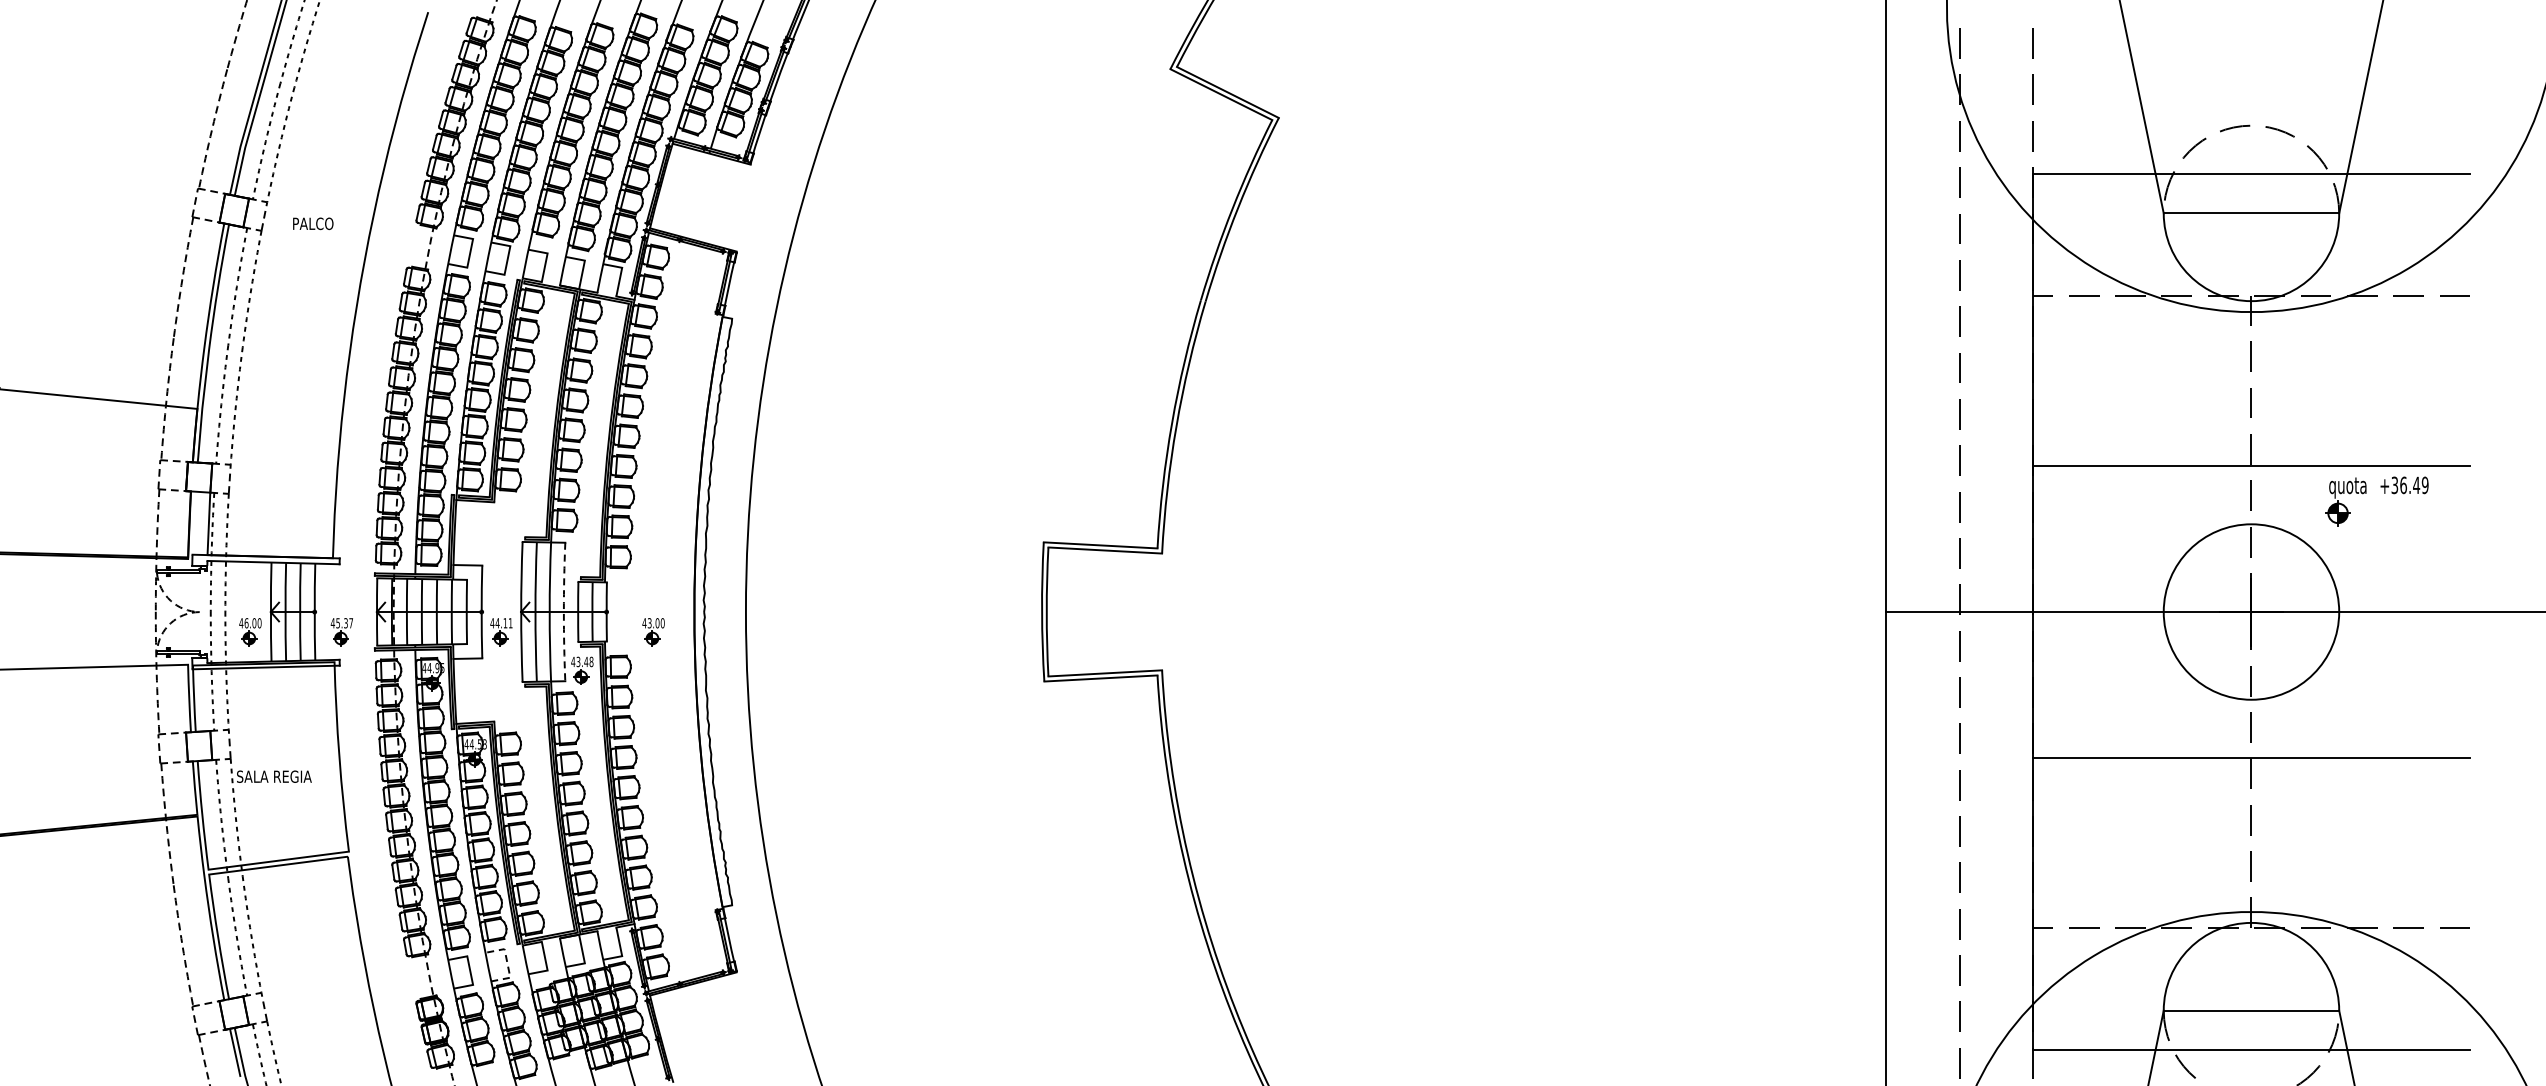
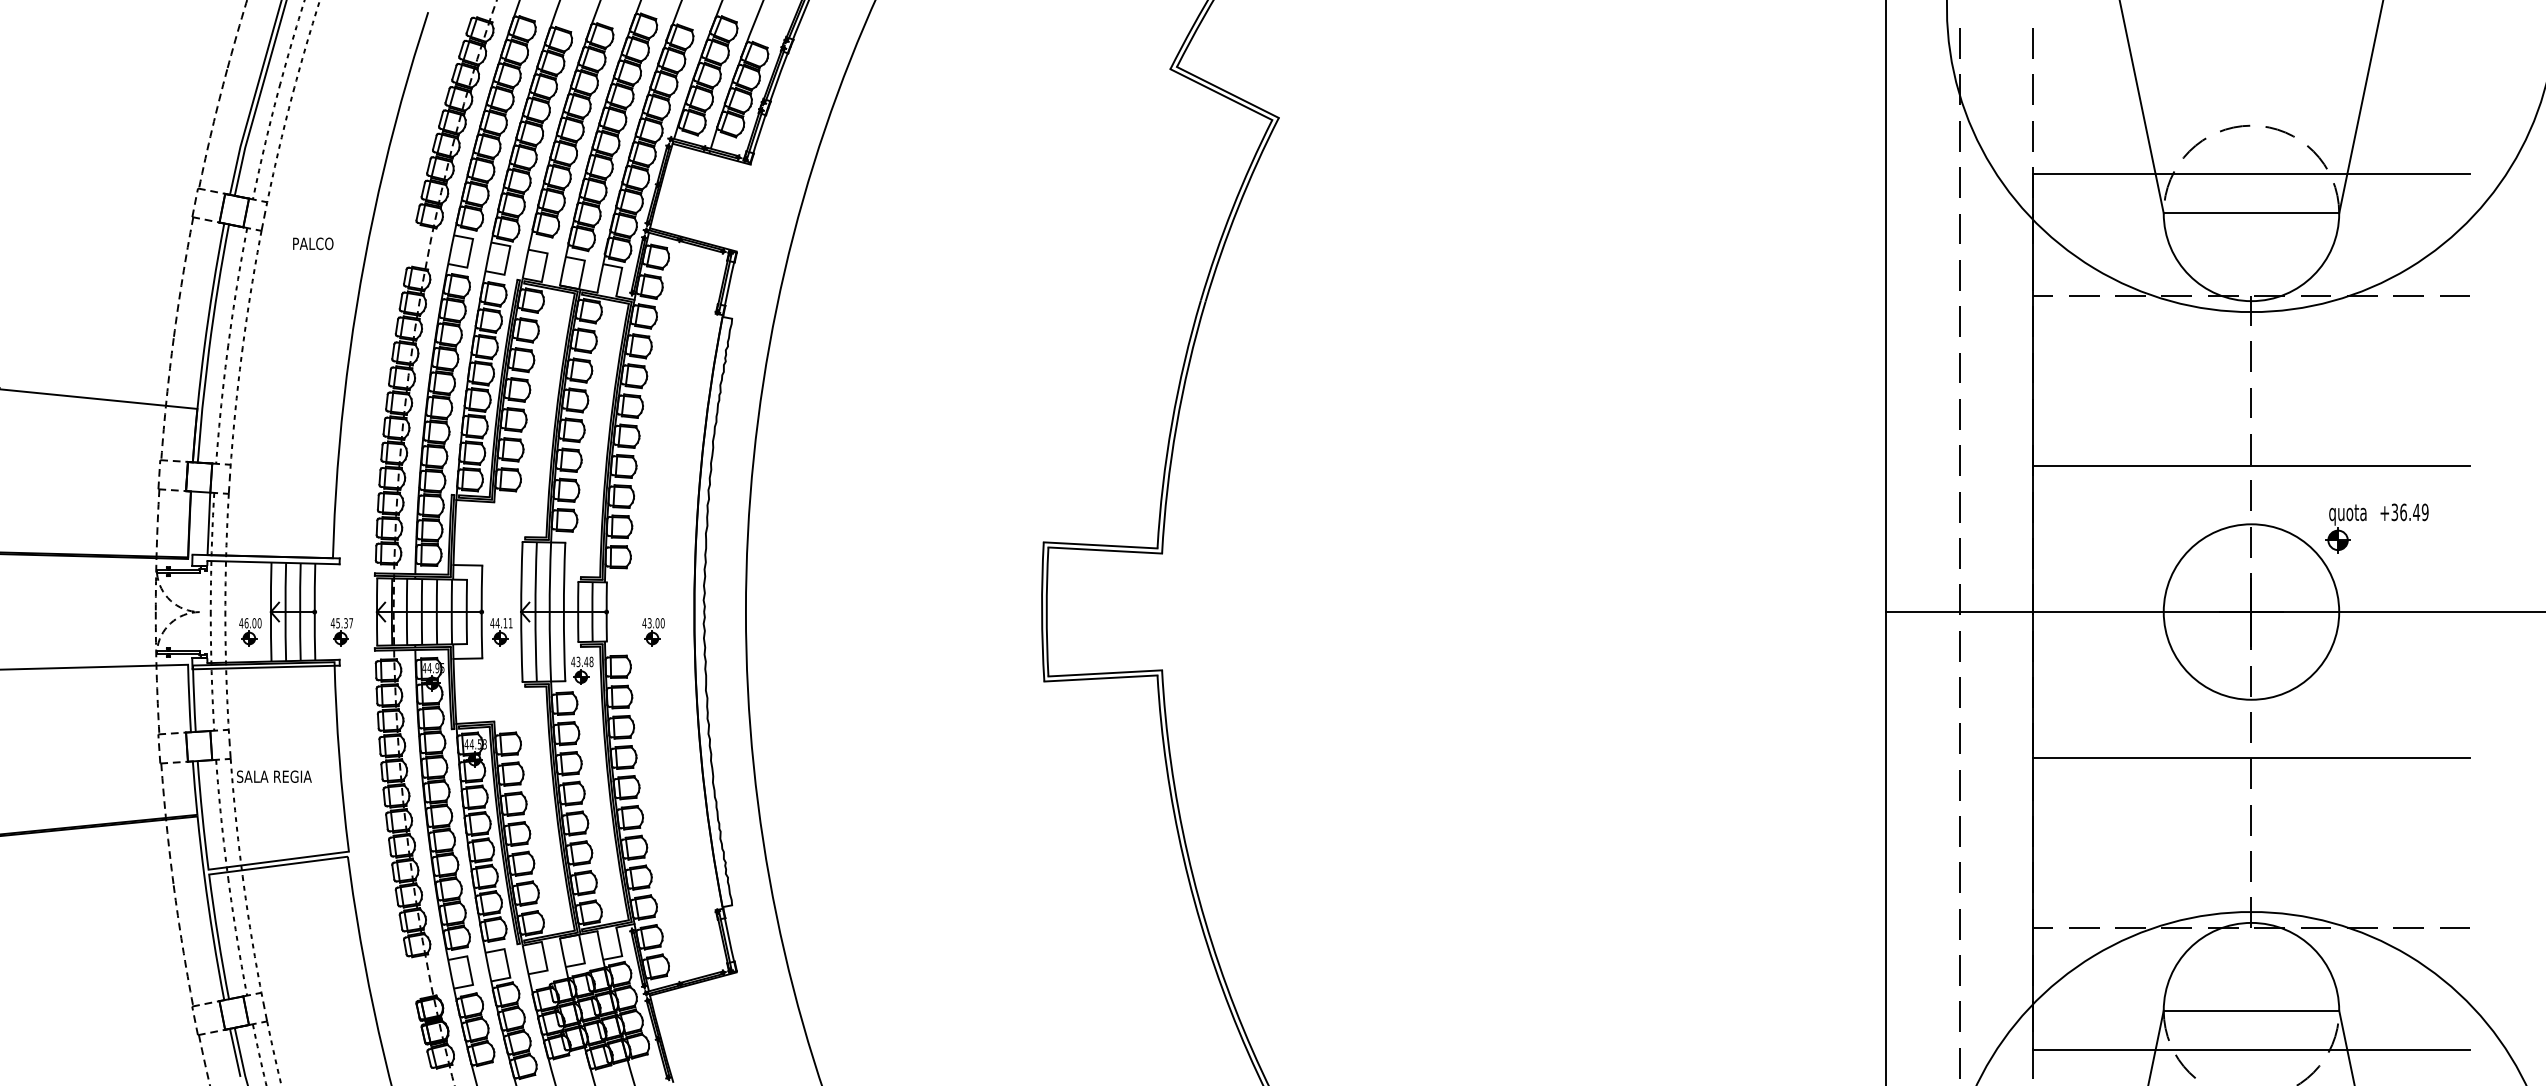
text at (313, 223) position: (313, 223) -> (313, 243)
part at (2384, 493) position: (2384, 493) -> (2384, 520)
arc at (563, 612): dashed -> solid
line at (507, 963): dashed -> solid
